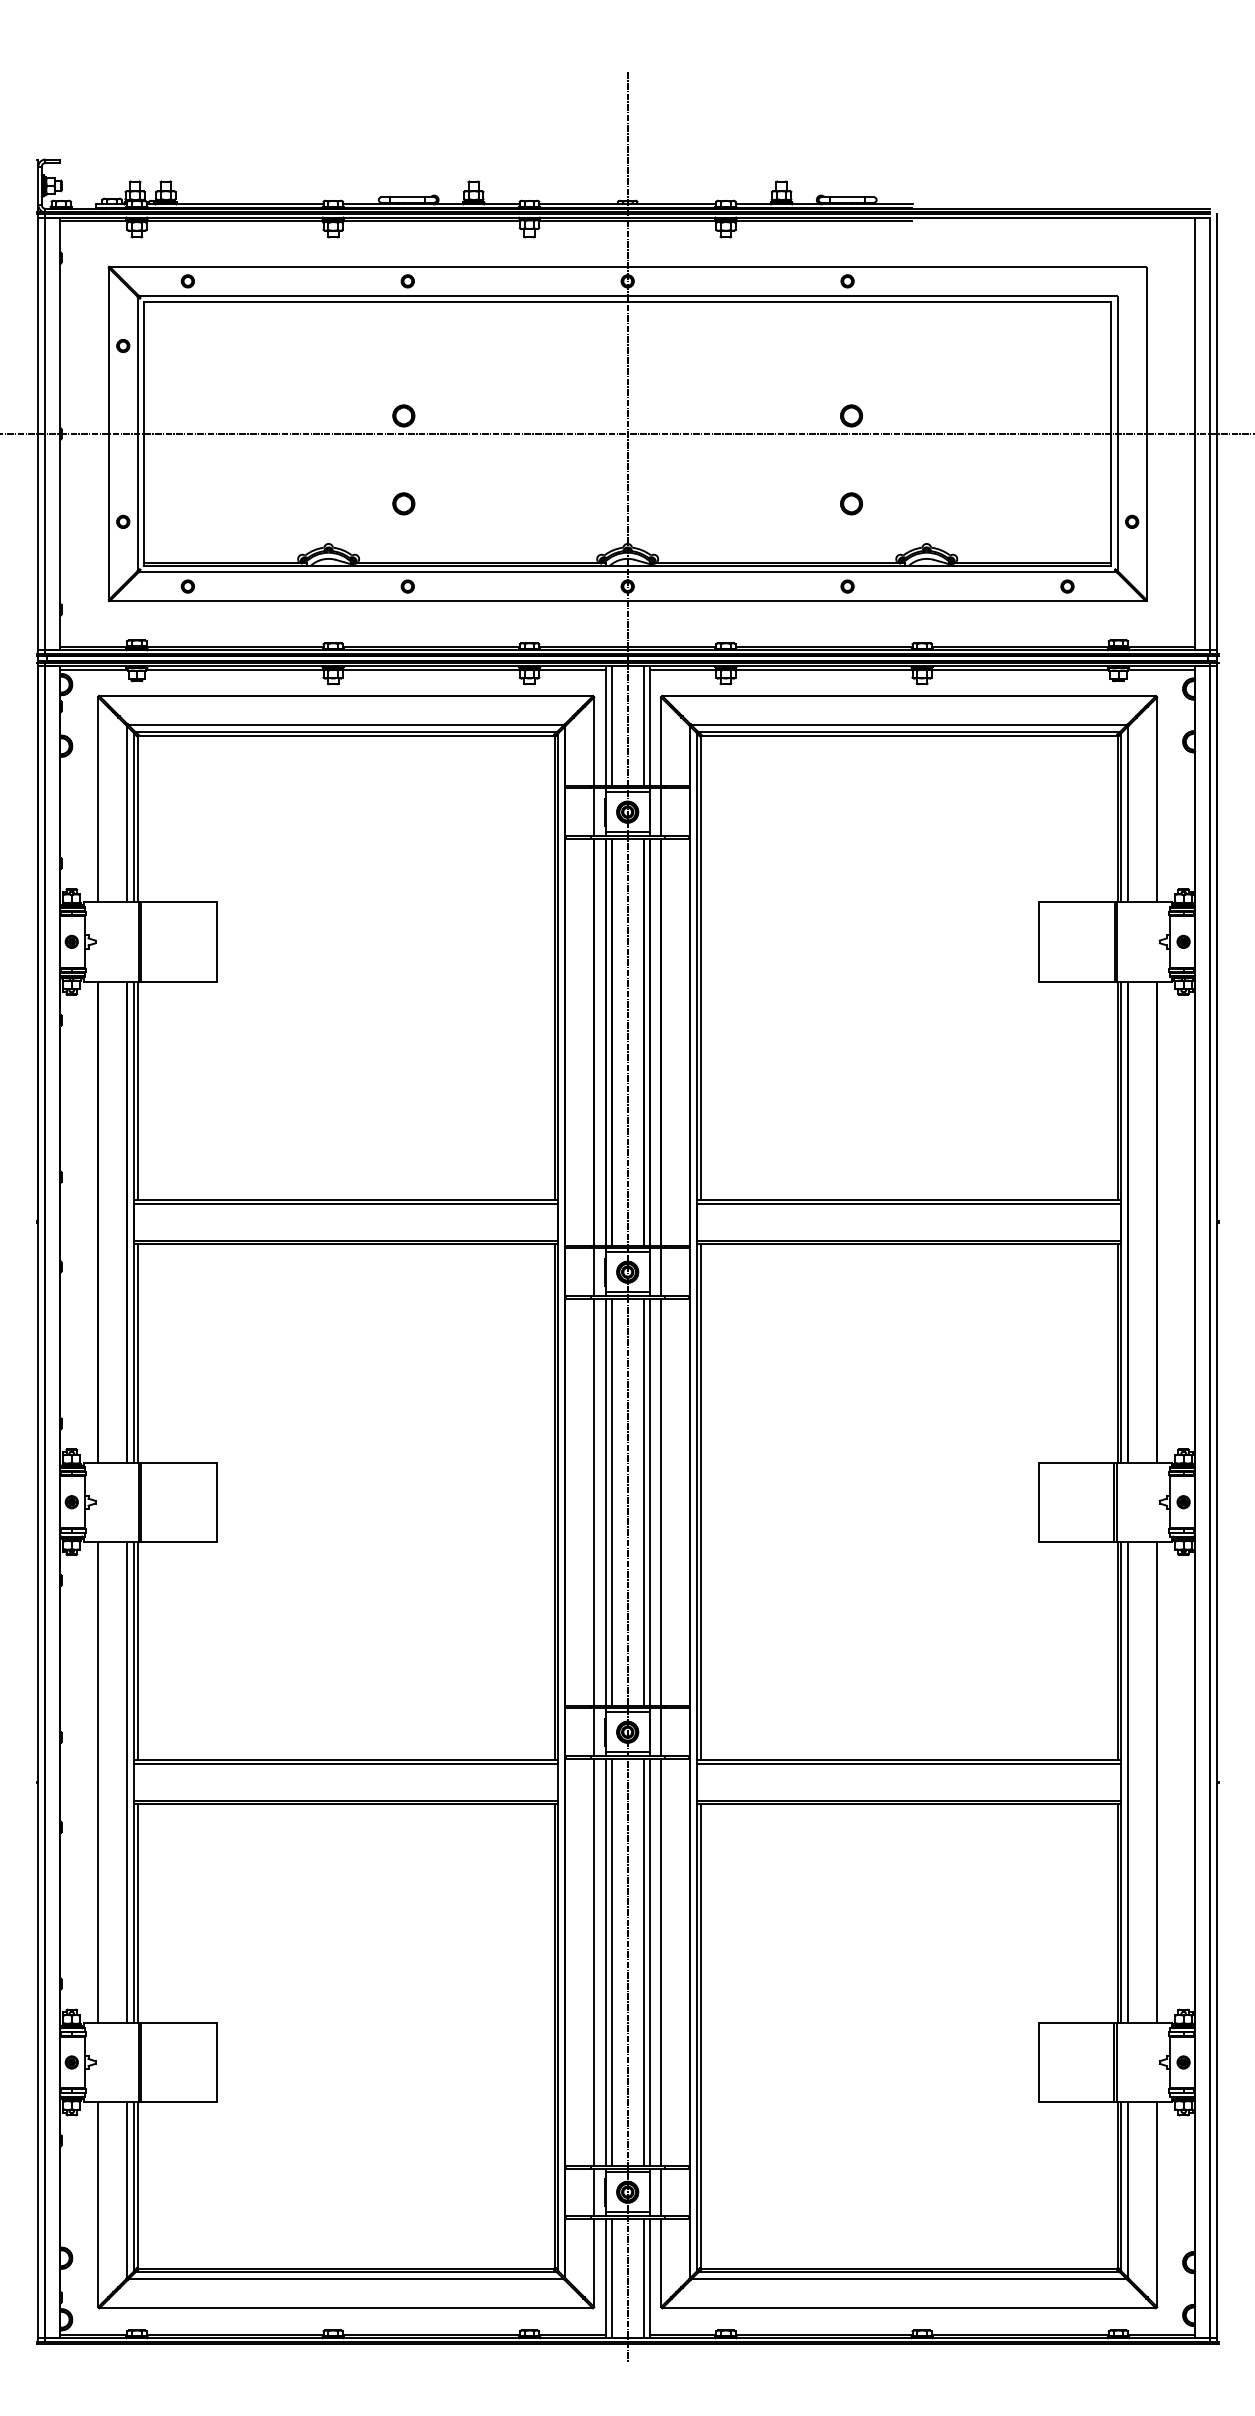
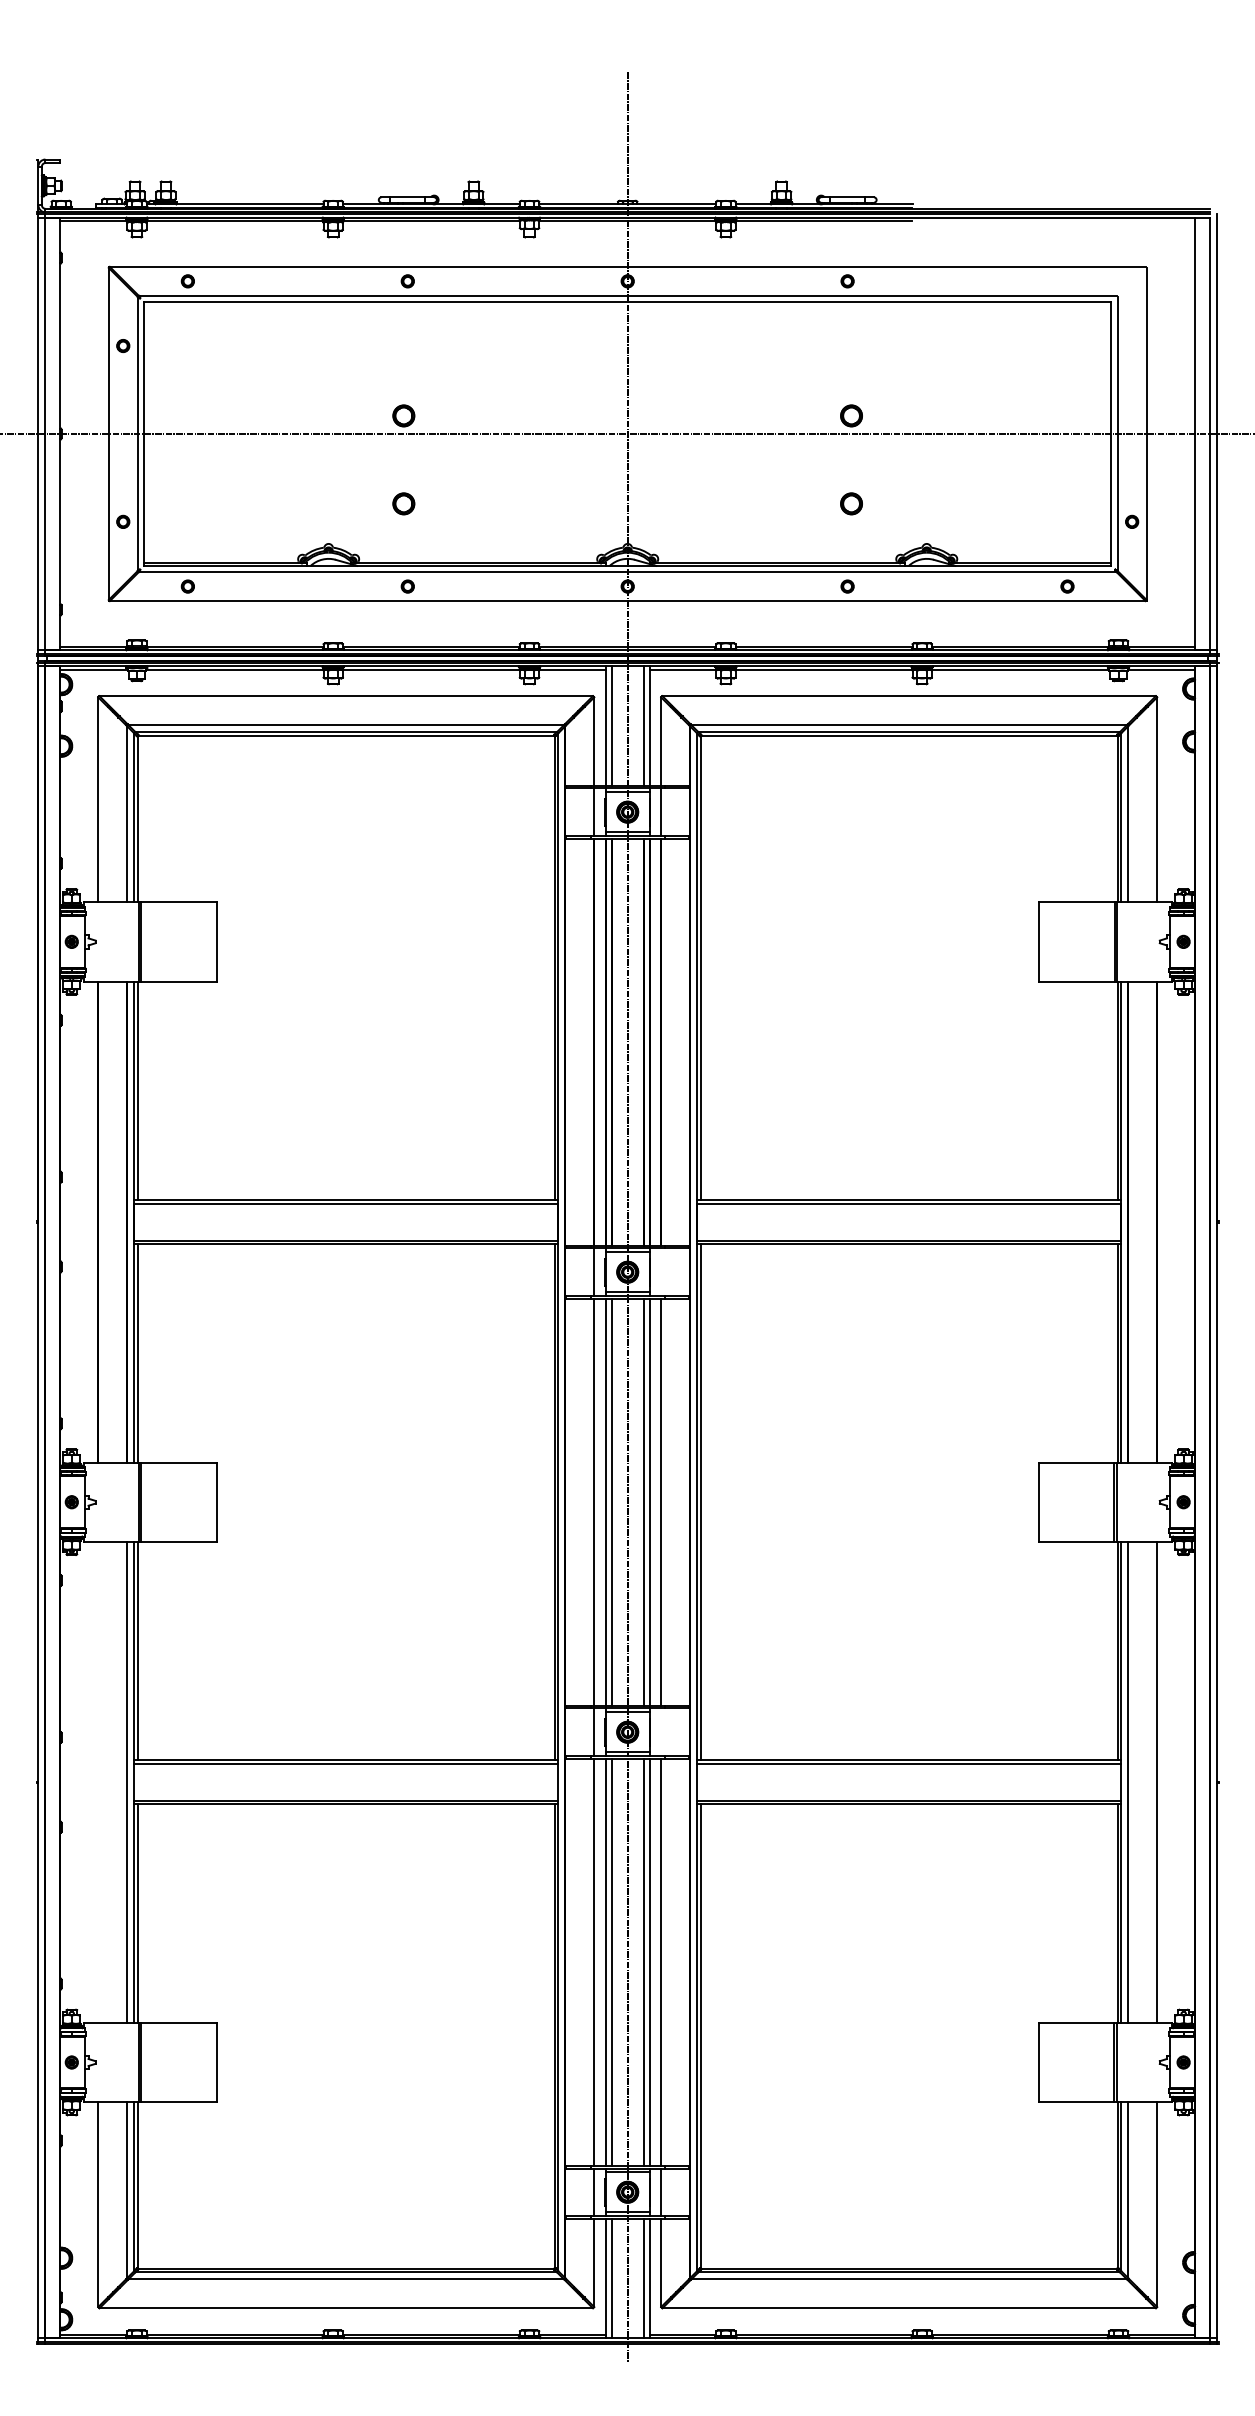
line at (661, 1271): present -> none
line at (661, 1731): present -> none
line at (98, 1781): present -> none
